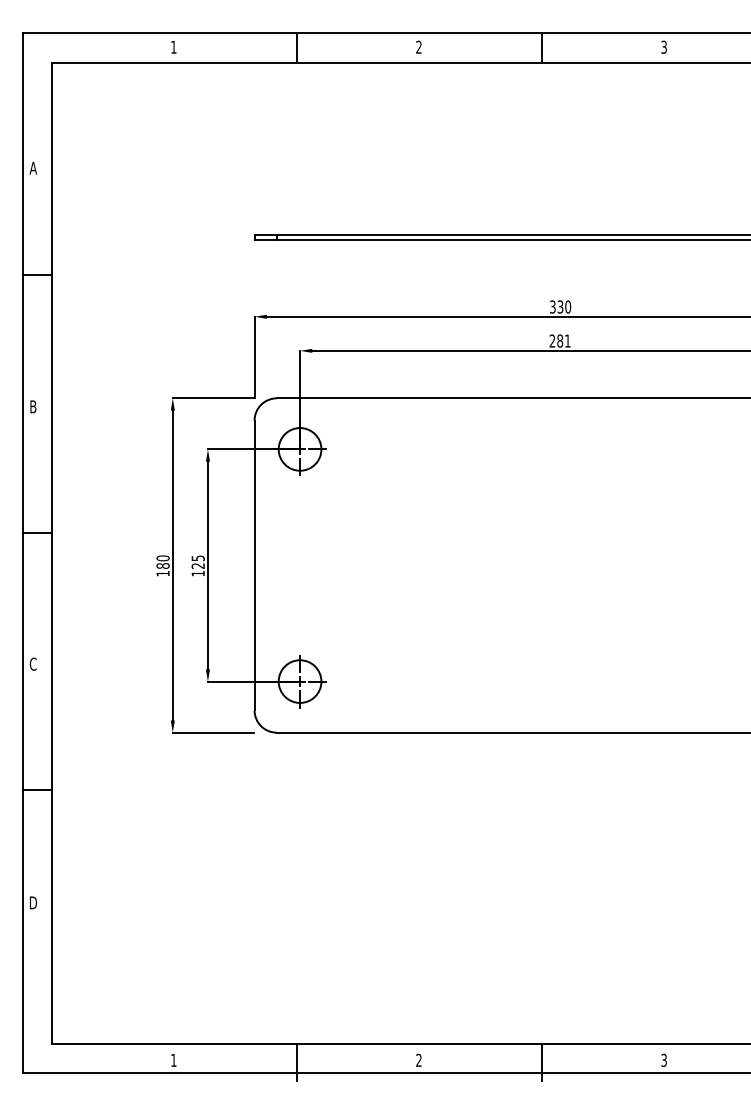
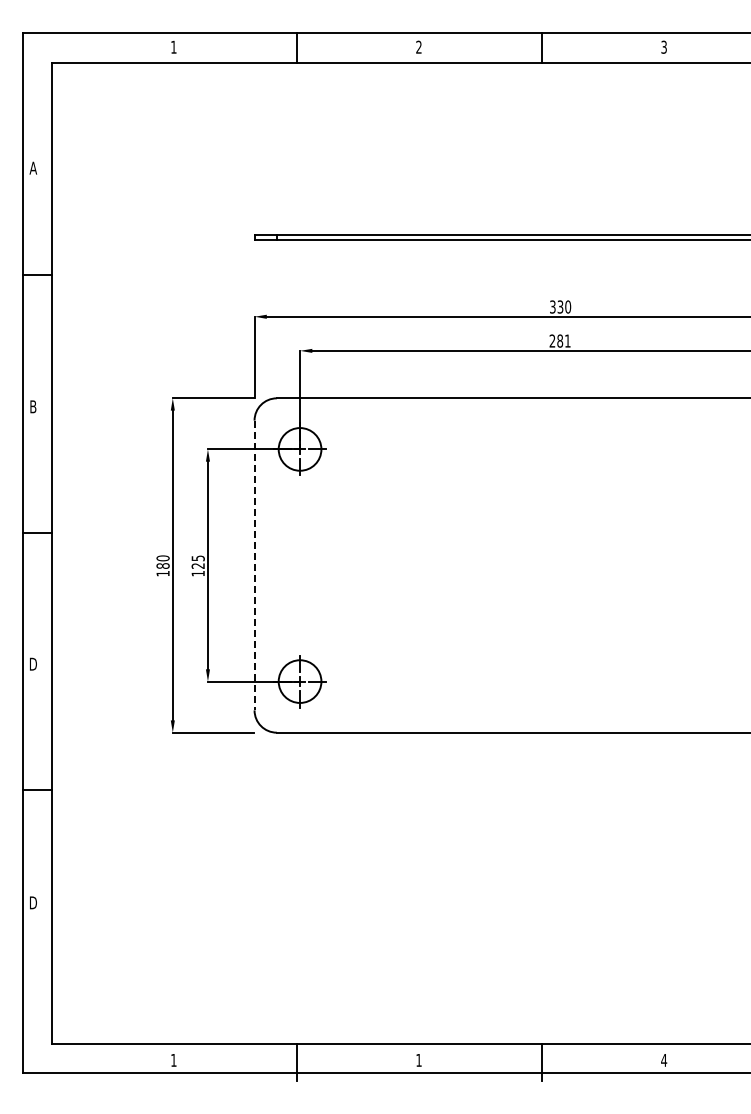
line at (254, 565): solid -> dashed
text at (32, 663): C -> D
text at (418, 1059): 2 -> 1
text at (664, 1059): 3 -> 4
